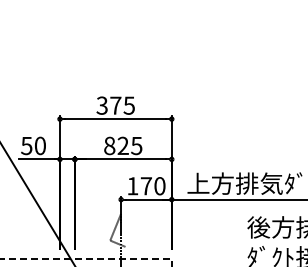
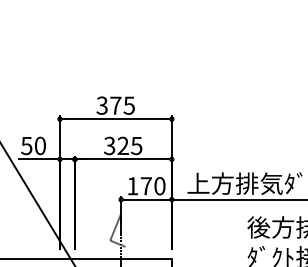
text at (109, 145): 825 -> 325
line at (90, 259): dashed -> solid
